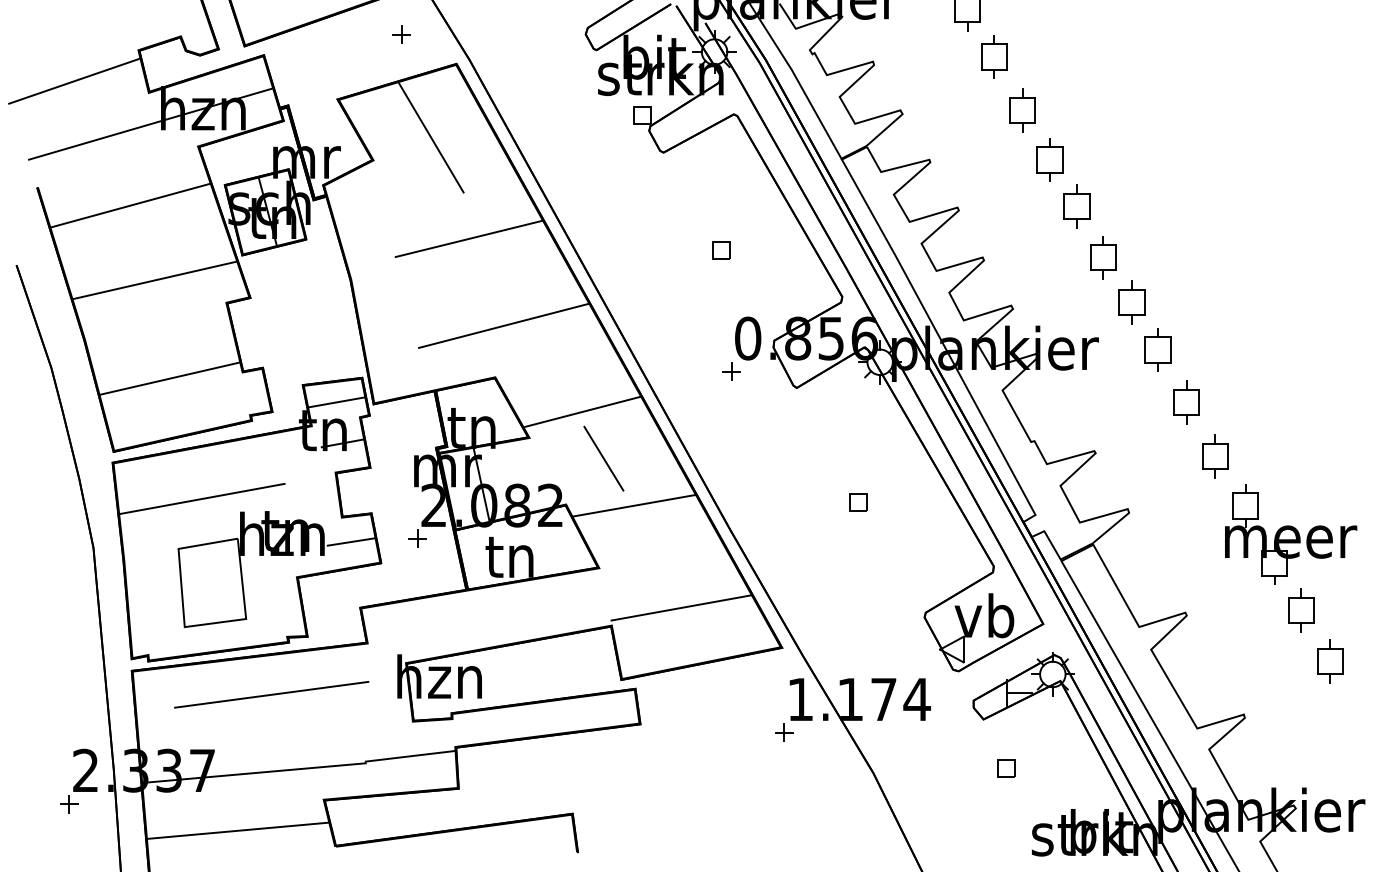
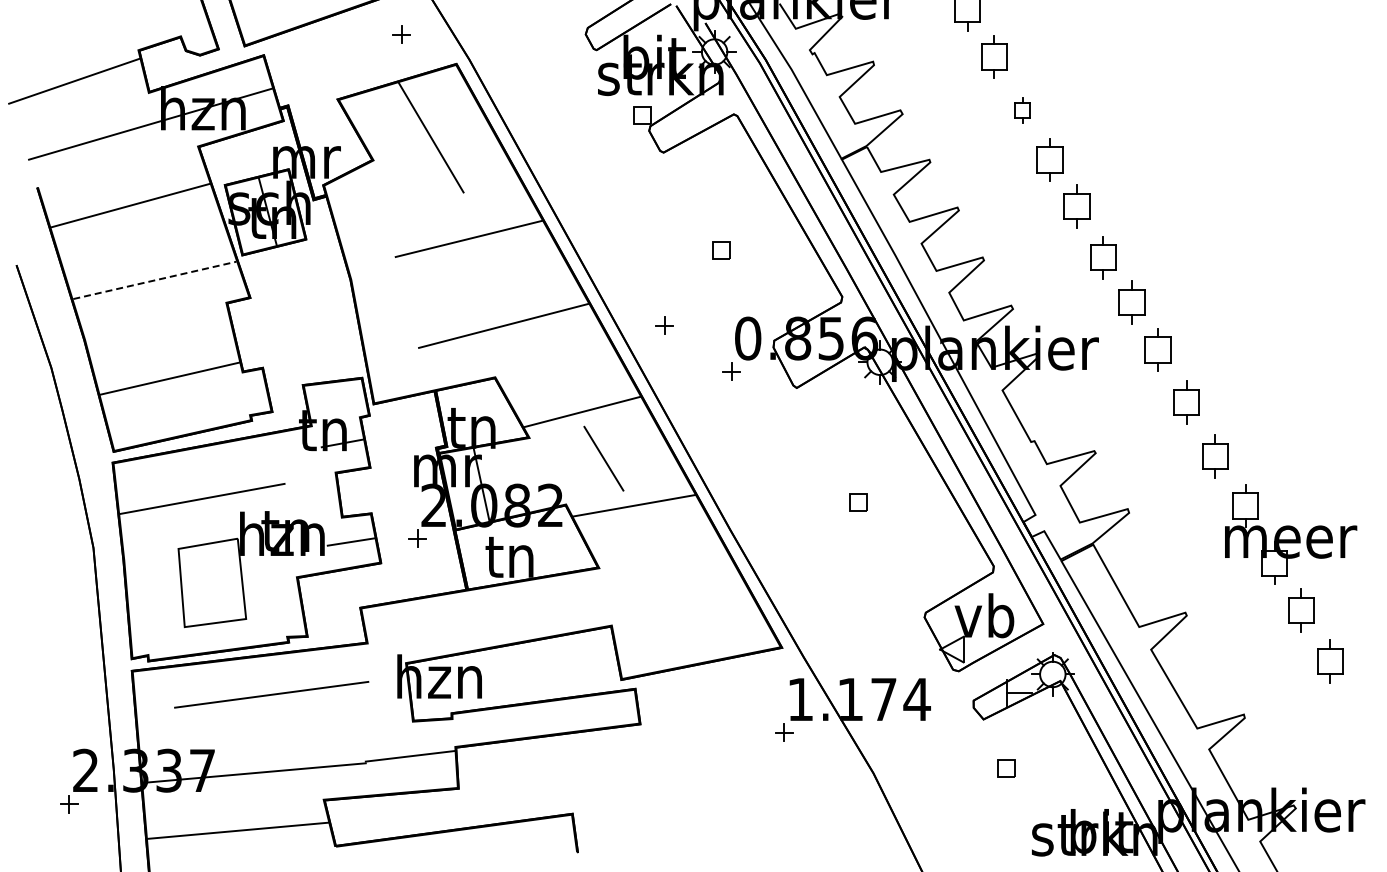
part at (1022, 110) size: 27x45 px -> 17x27 px
line at (154, 280): solid -> dashed
part at (664, 325): none -> present
line at (336, 402): present -> none
line at (680, 607): present -> none
